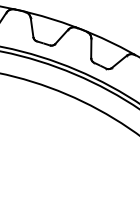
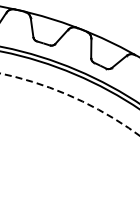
circle at (69, 104): solid -> dashed
